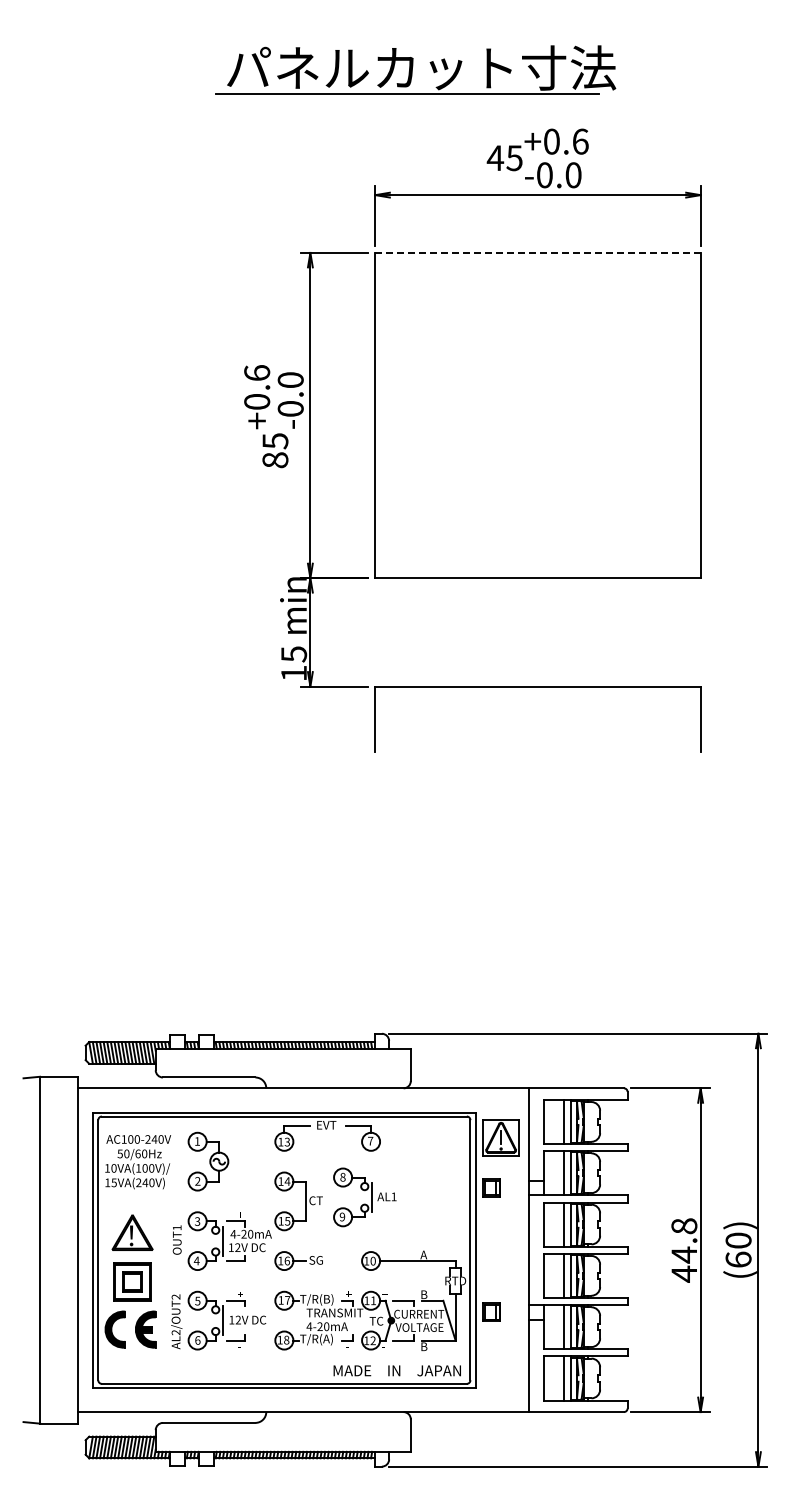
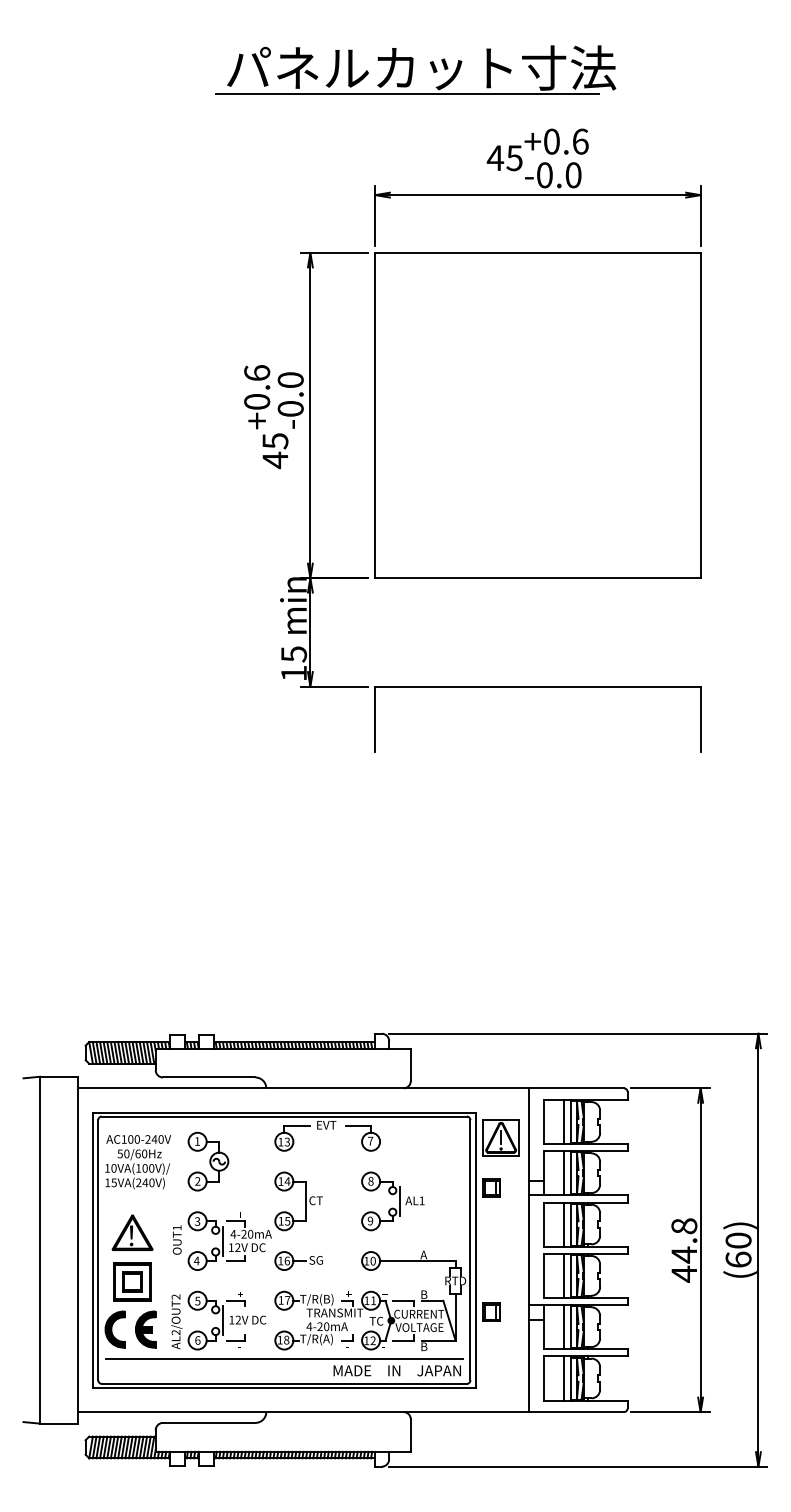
line at (538, 252): dashed -> solid
text at (275, 460): 85 -> 45
part at (364, 1197) position: (364, 1197) -> (392, 1201)
line at (284, 1358): none -> present
